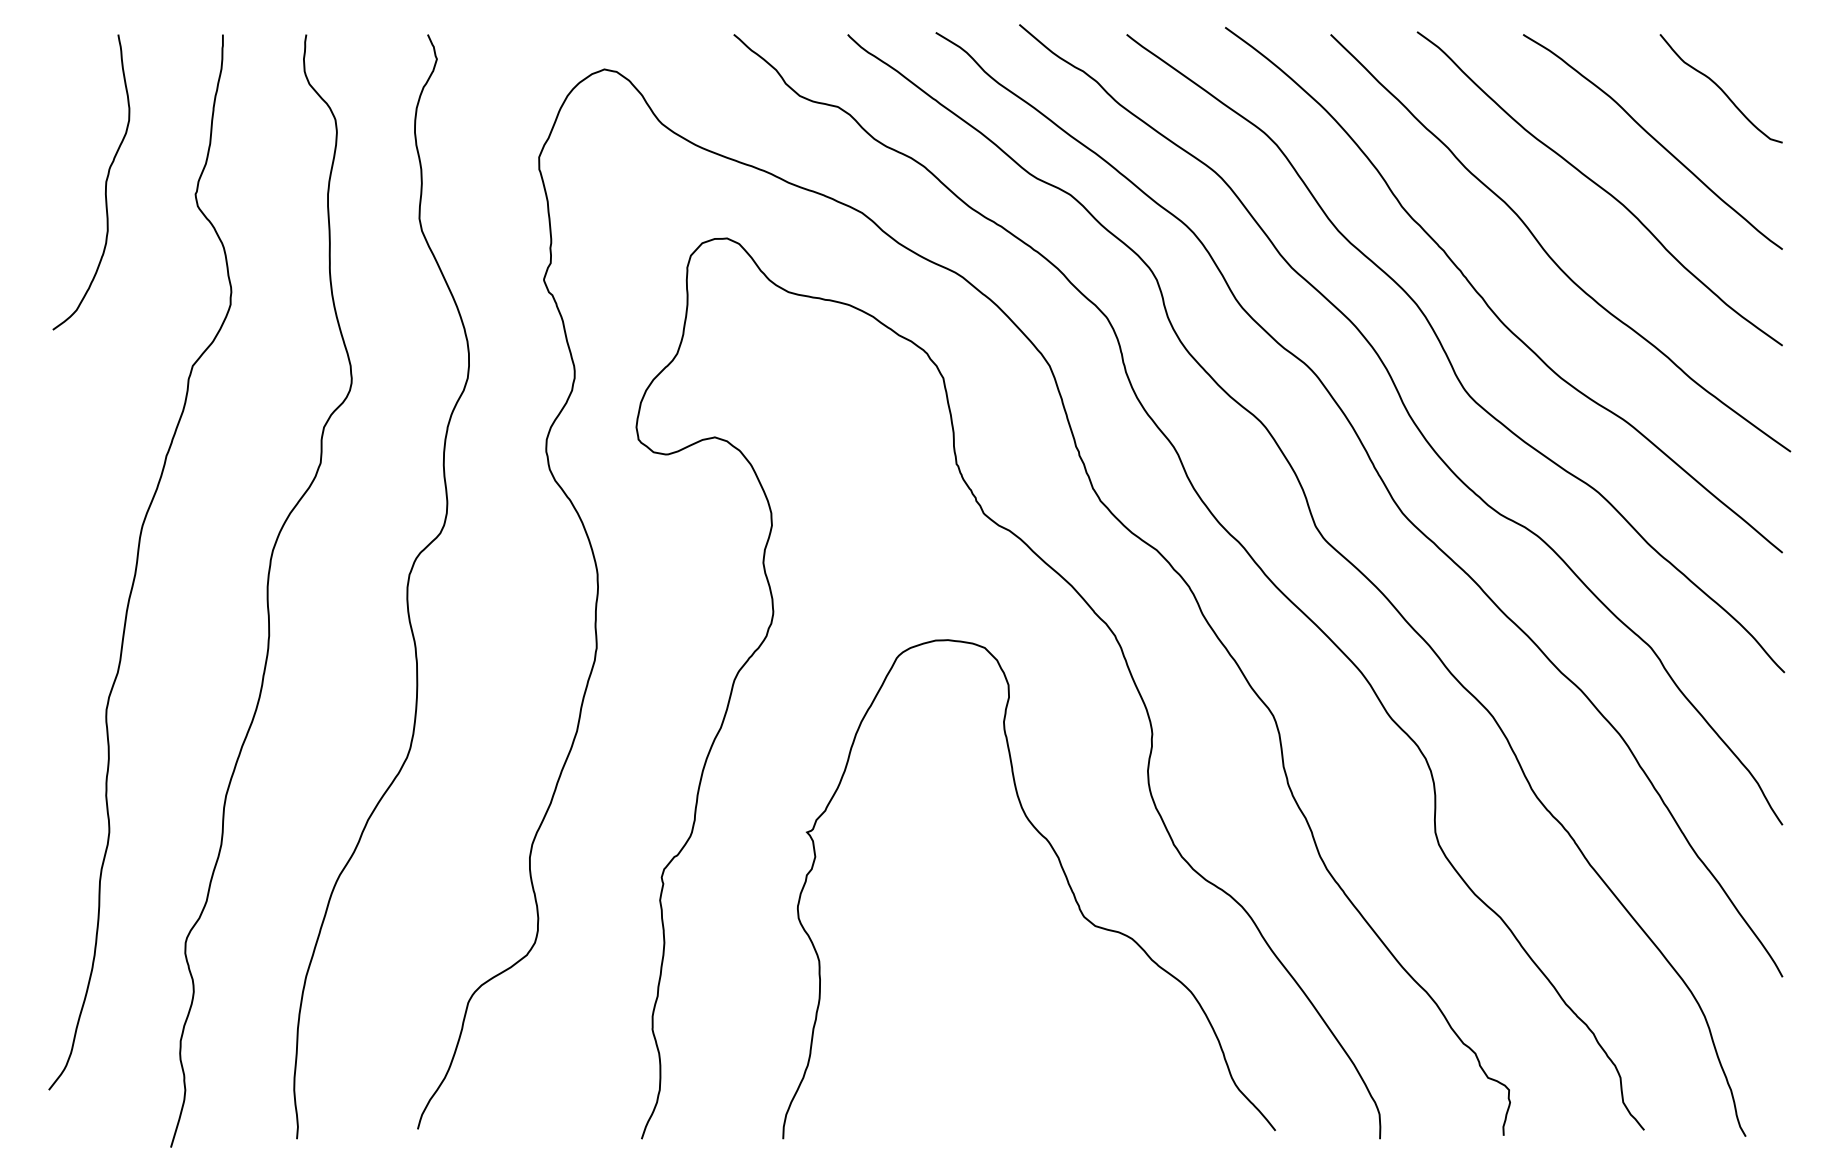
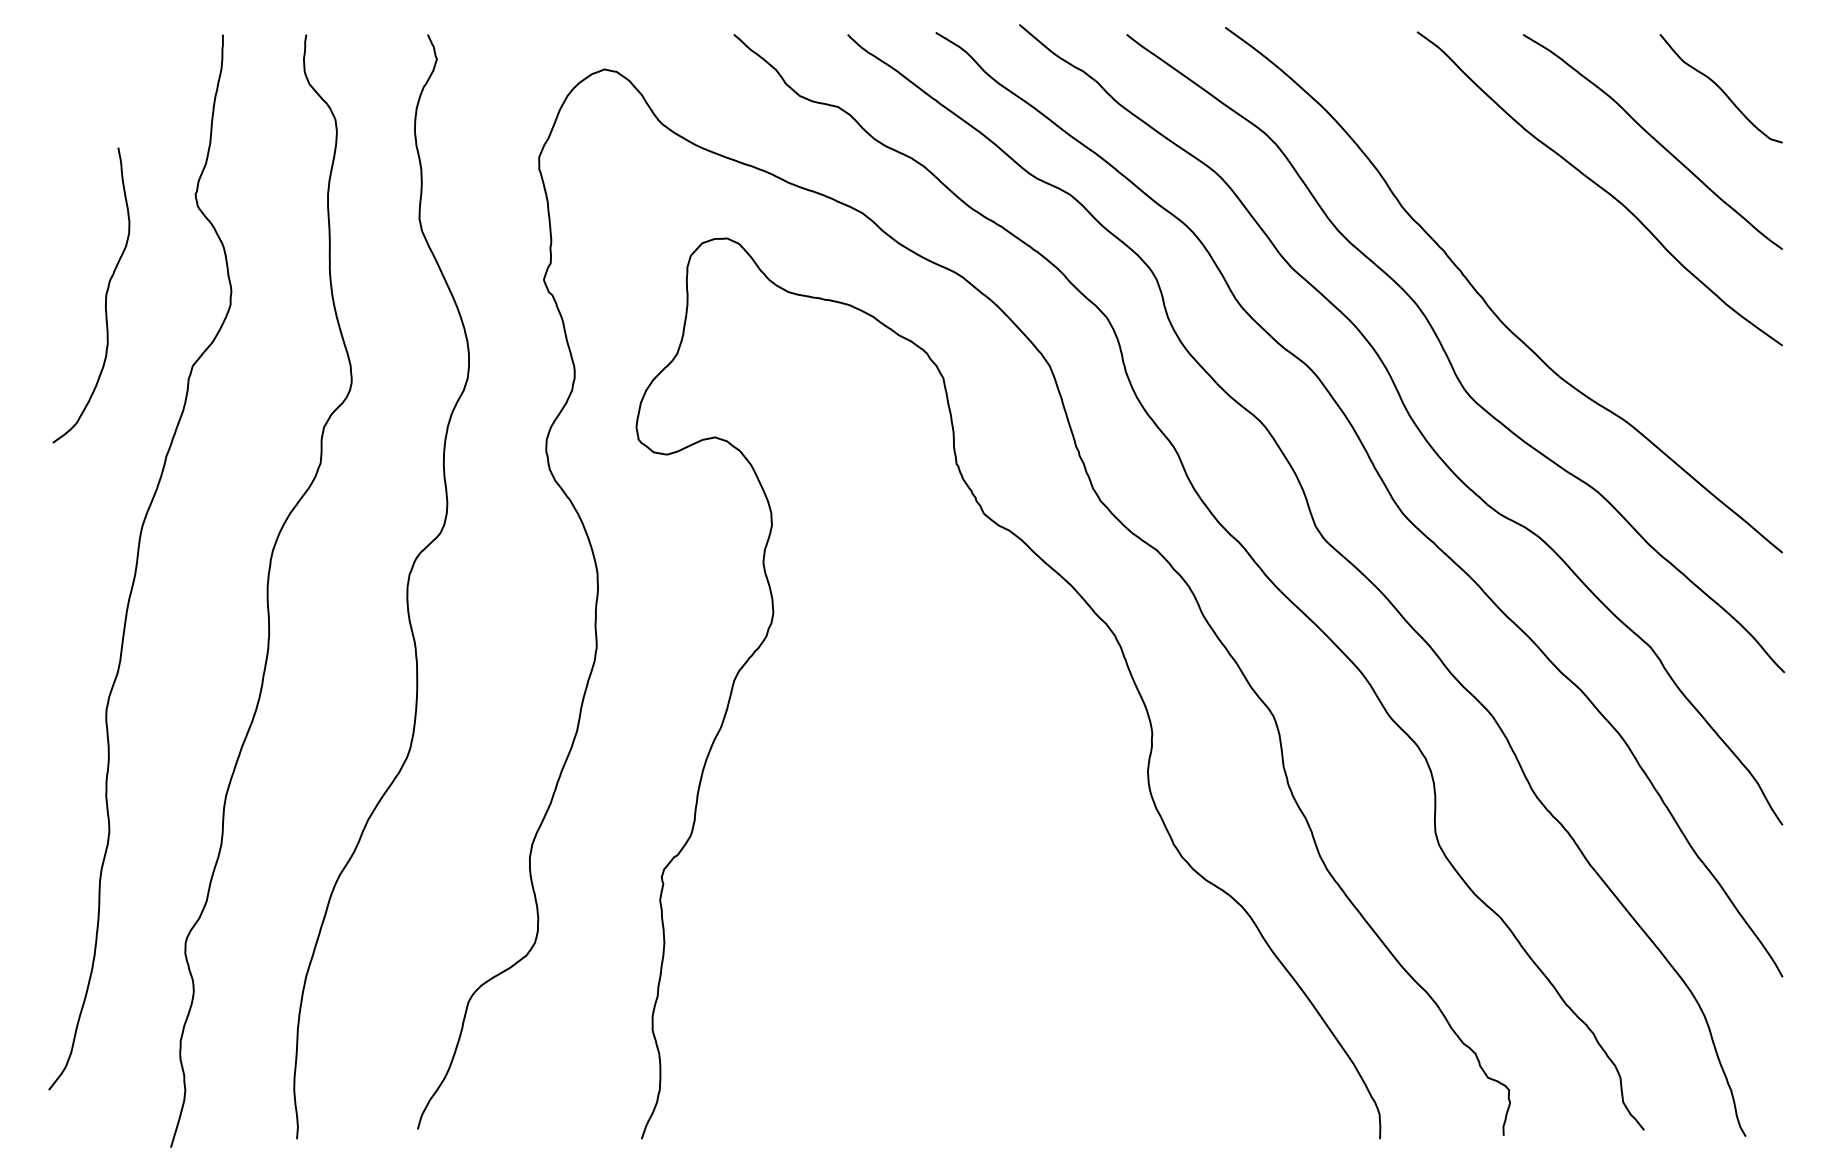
curve at (105, 182) position: (105, 182) -> (105, 295)
curve at (1548, 253): present -> none
curve at (1062, 871): present -> none
